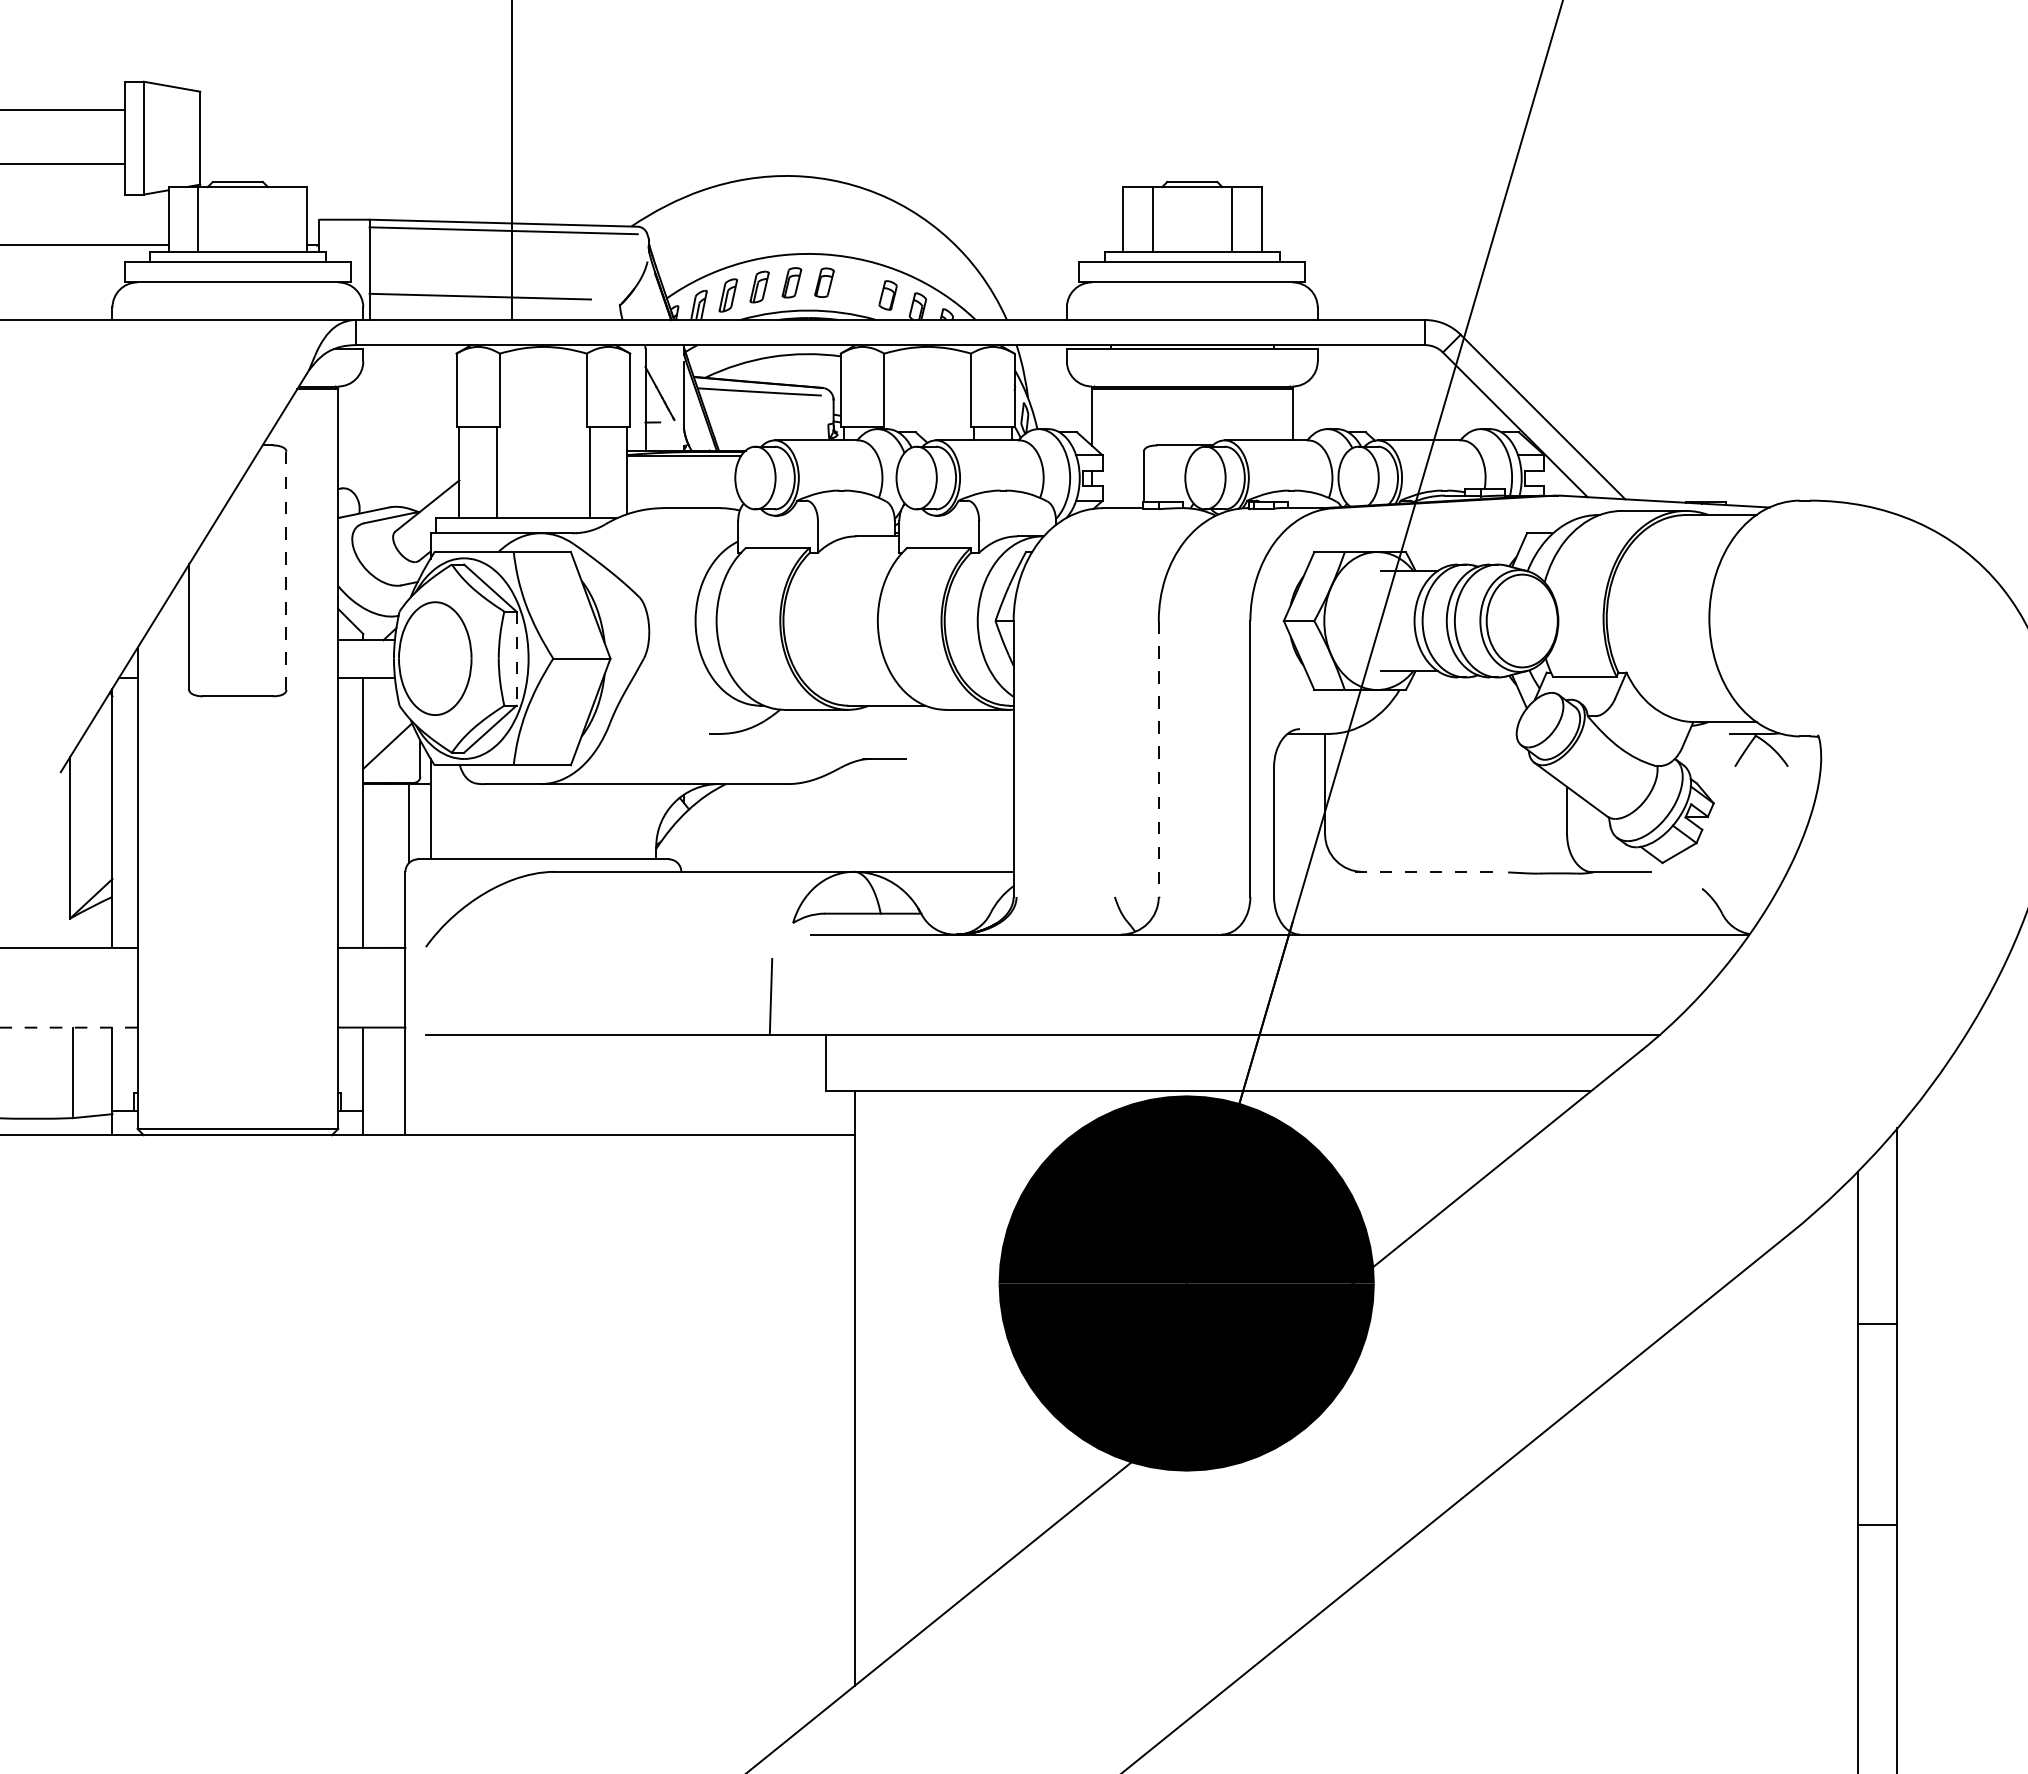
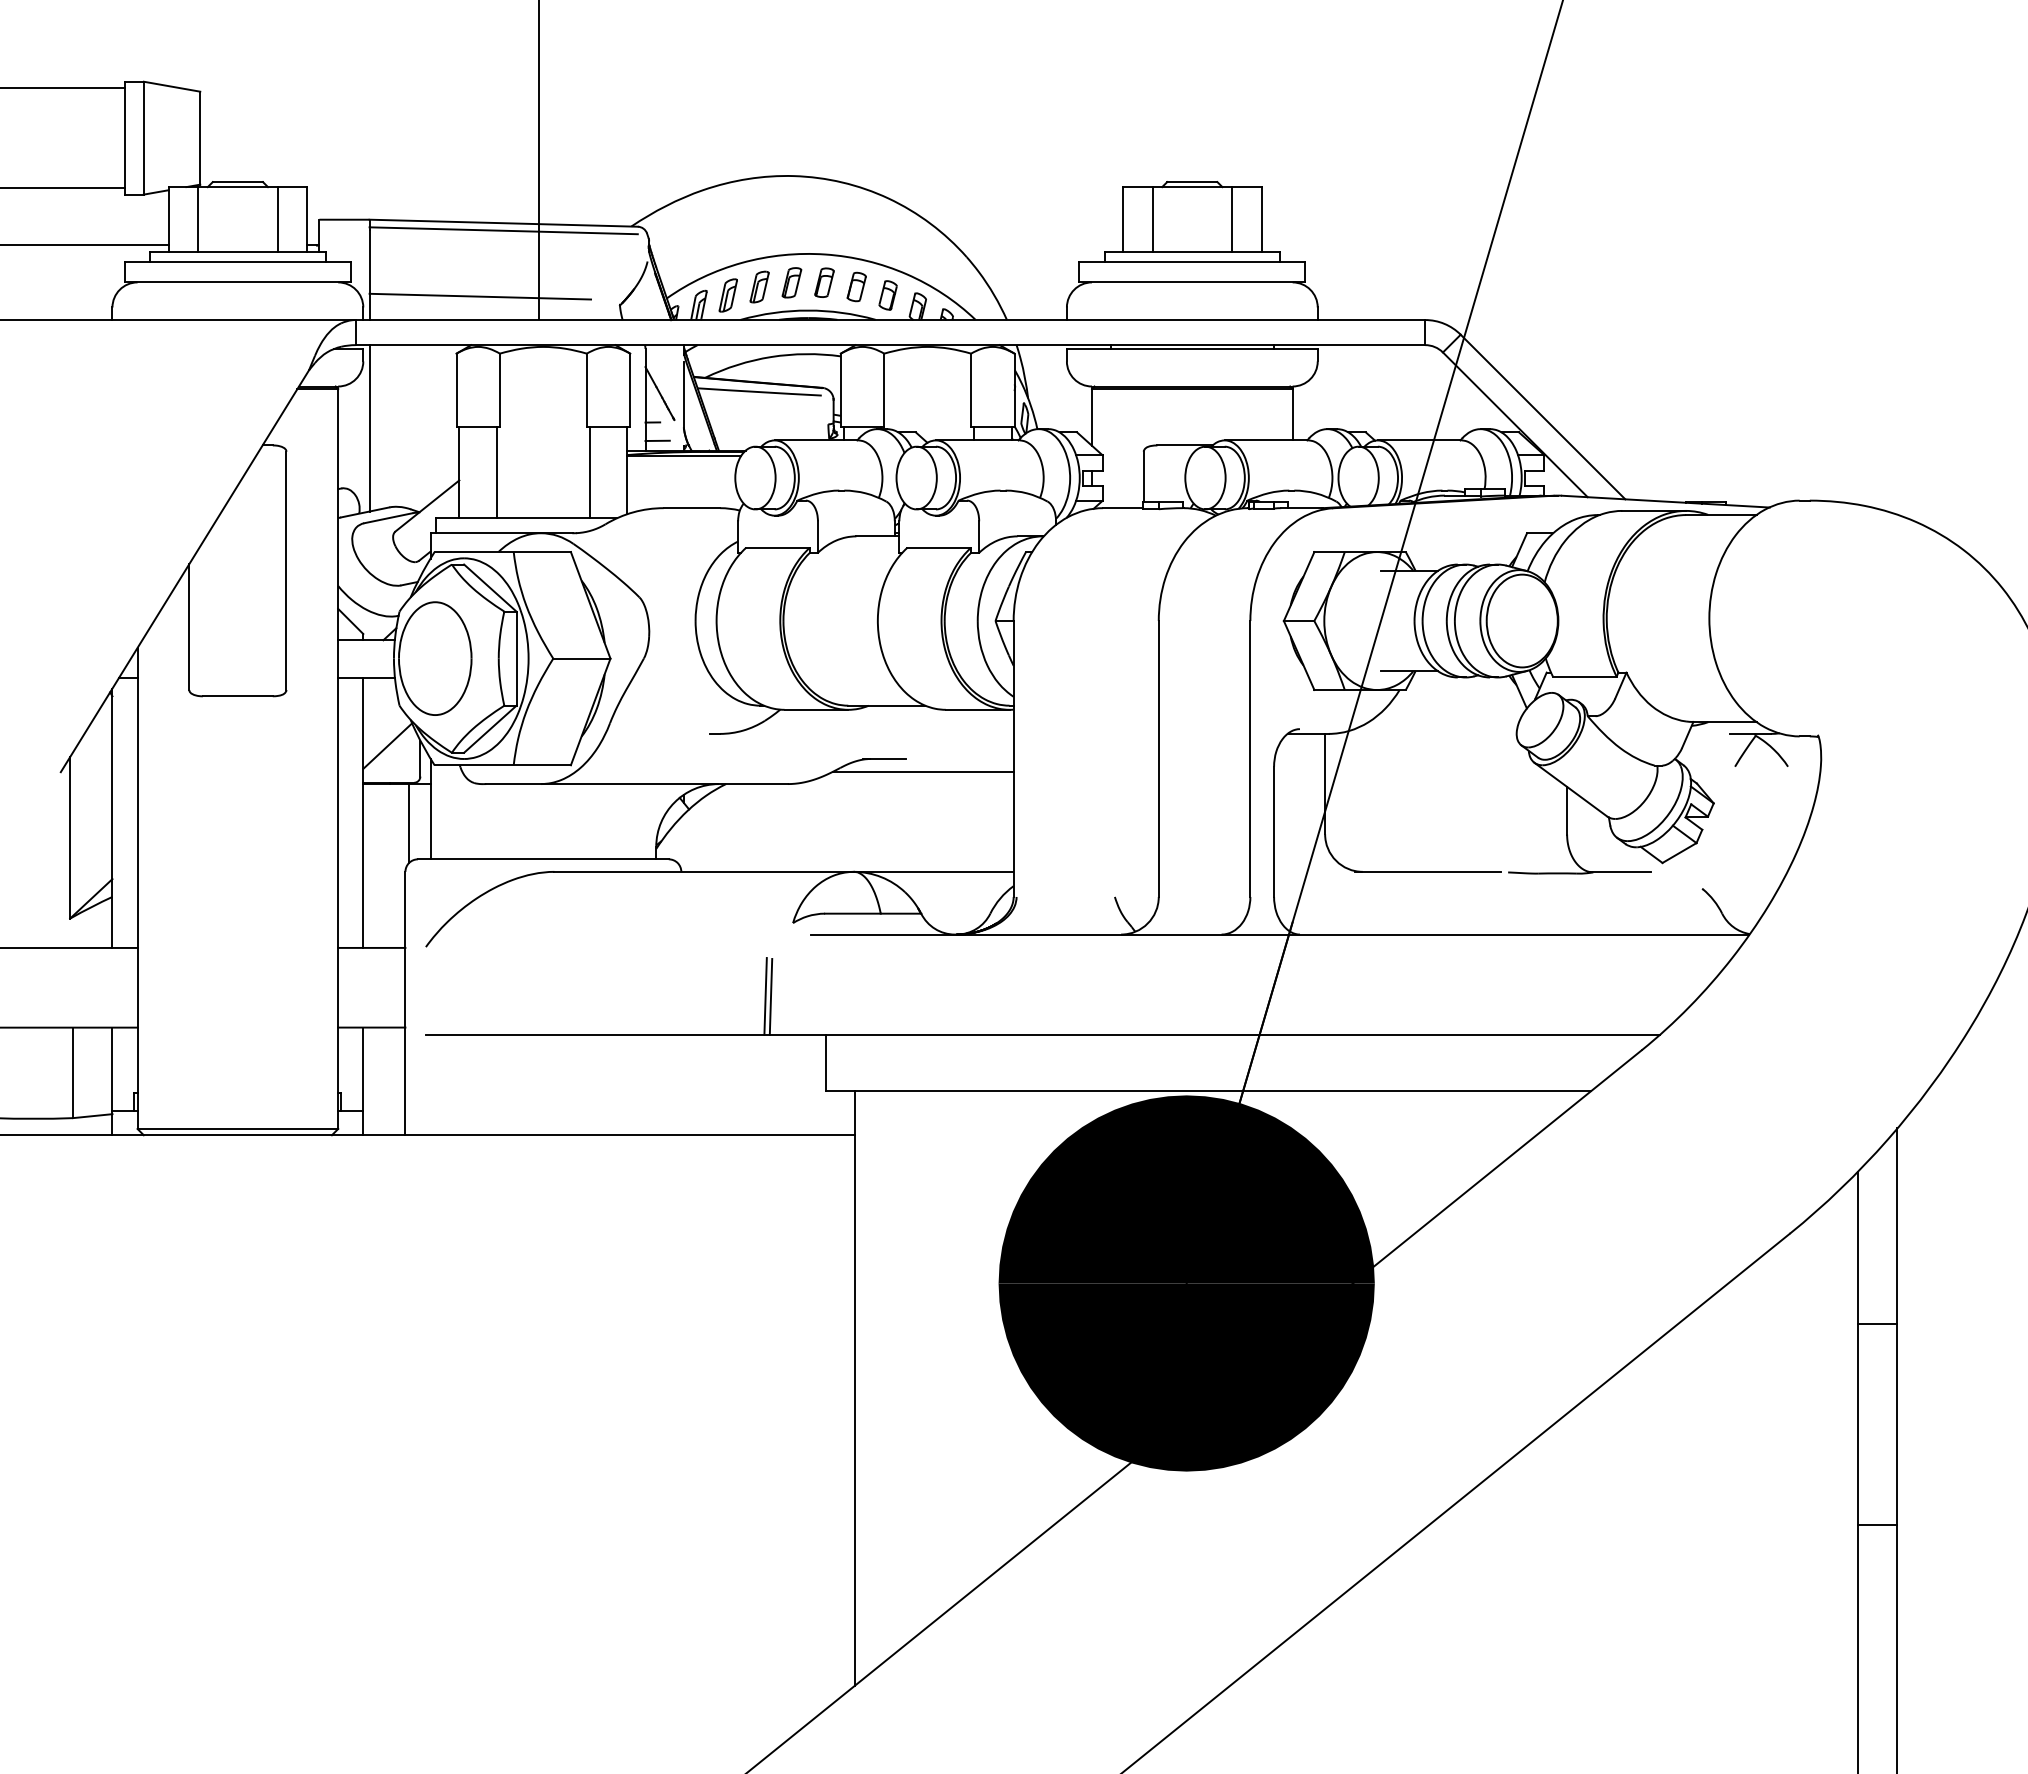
line at (63, 110) position: (63, 110) -> (63, 88)
line at (511, 161) position: (511, 161) -> (538, 161)
line at (63, 164) position: (63, 164) -> (63, 188)
line at (277, 219): none -> present
part at (856, 286): none -> present
line at (369, 428): none -> present
line at (657, 440): none -> present
line at (286, 570): dashed -> solid
line at (516, 659): dashed -> solid
line at (1158, 759): dashed -> solid
line at (923, 771): none -> present
line at (1428, 871): dashed -> solid
line at (765, 996): none -> present
line at (68, 1027): dashed -> solid
